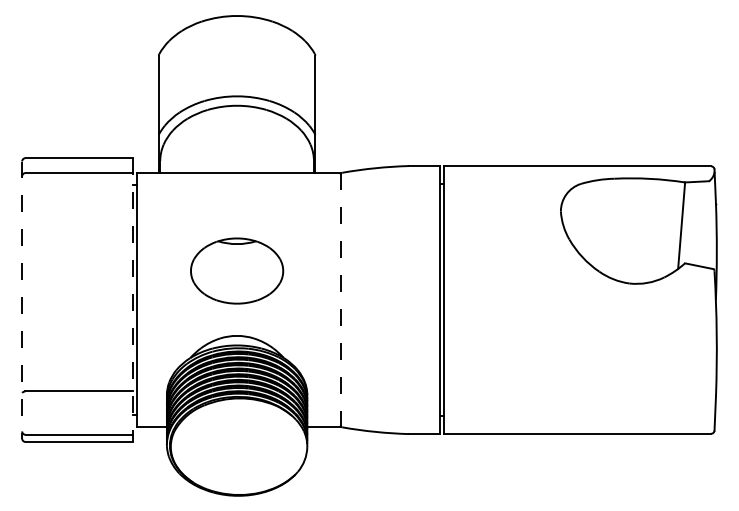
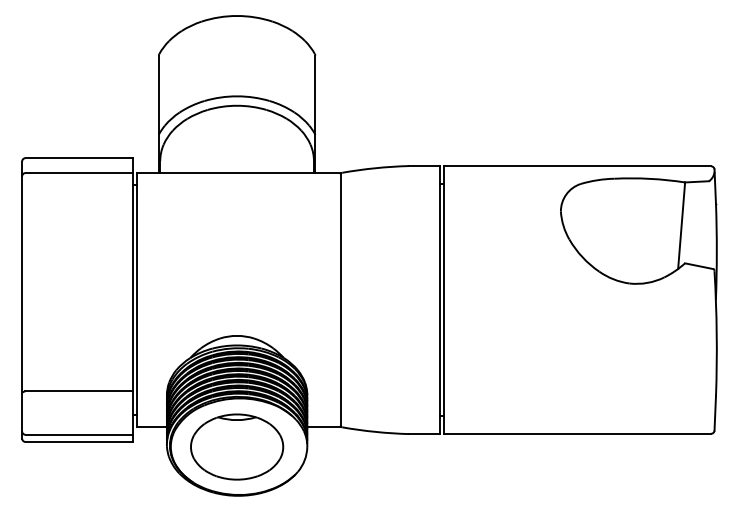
part at (237, 270) position: (237, 270) -> (237, 446)
line at (22, 300): dashed -> solid
line at (132, 300): dashed -> solid
line at (340, 300): dashed -> solid
